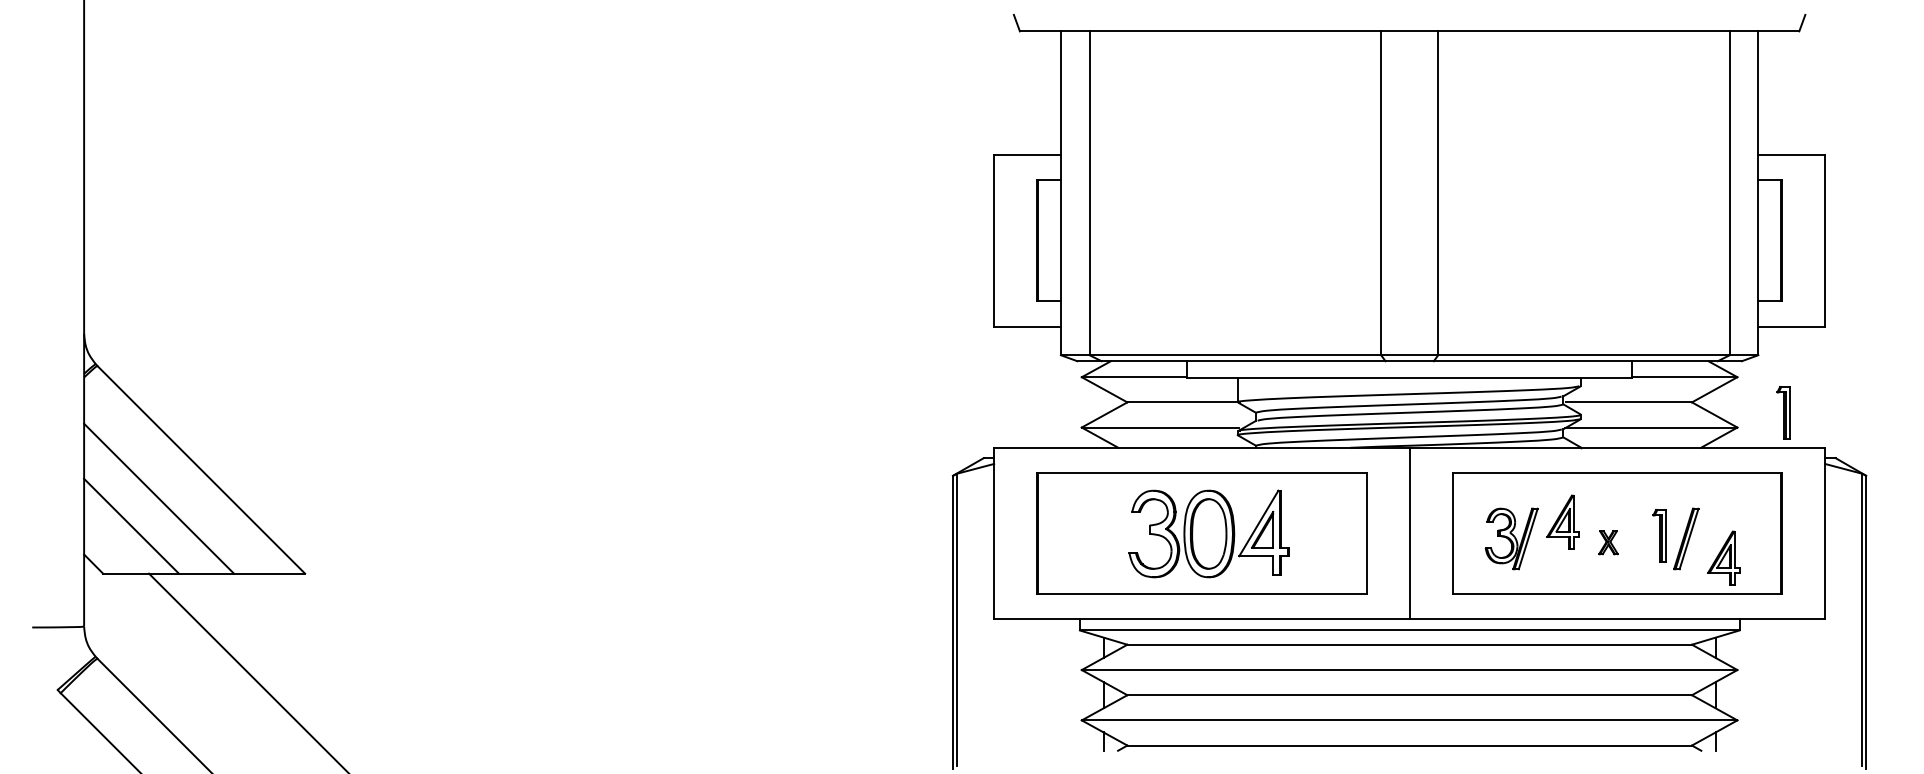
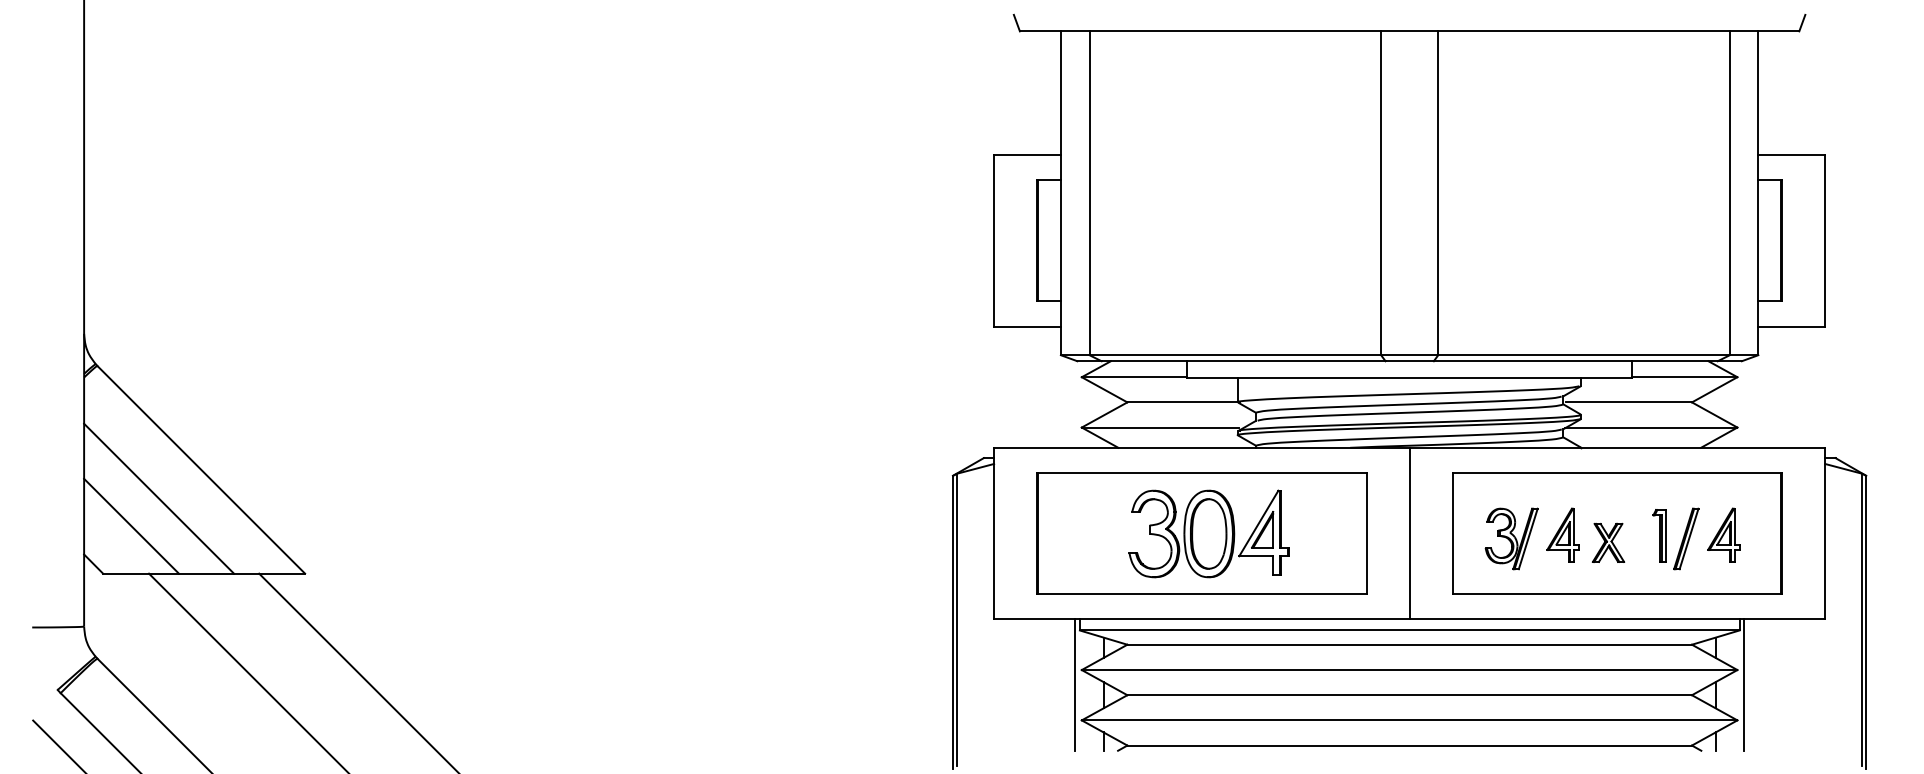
part at (1783, 412): present -> none
part at (1562, 521) position: (1562, 521) -> (1562, 534)
part at (1608, 542) size: 21x26 px -> 35x41 px
part at (1723, 557) position: (1723, 557) -> (1723, 534)
line at (357, 671): none -> present
line at (1075, 684): none -> present
line at (1743, 684): none -> present
line at (58, 745): none -> present
